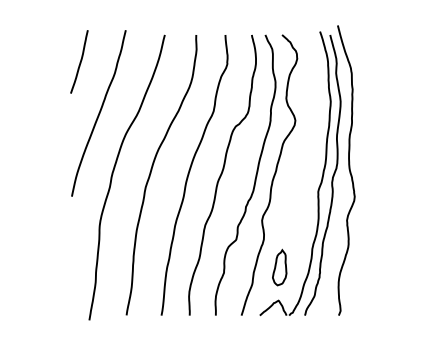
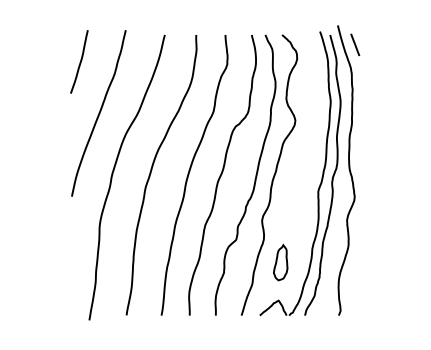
line at (355, 44): none -> present
part at (279, 267) position: (279, 267) -> (280, 262)
